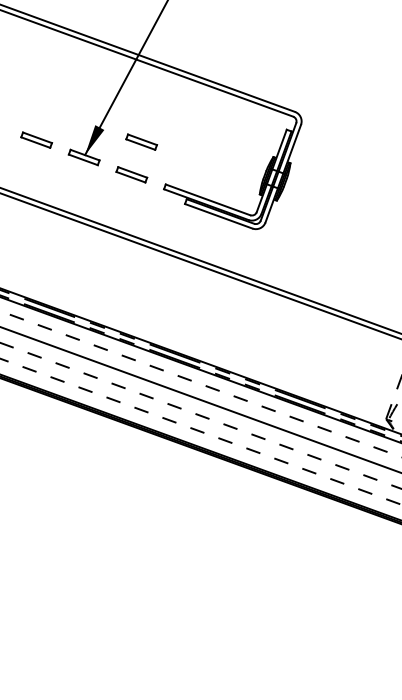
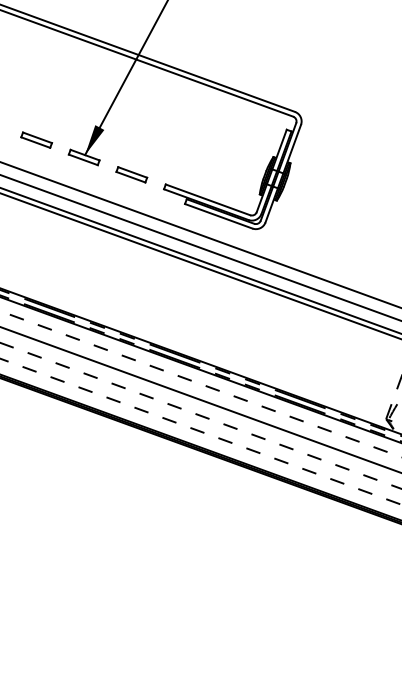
part at (141, 141): present -> none
line at (200, 234): none -> present
line at (200, 247): none -> present
